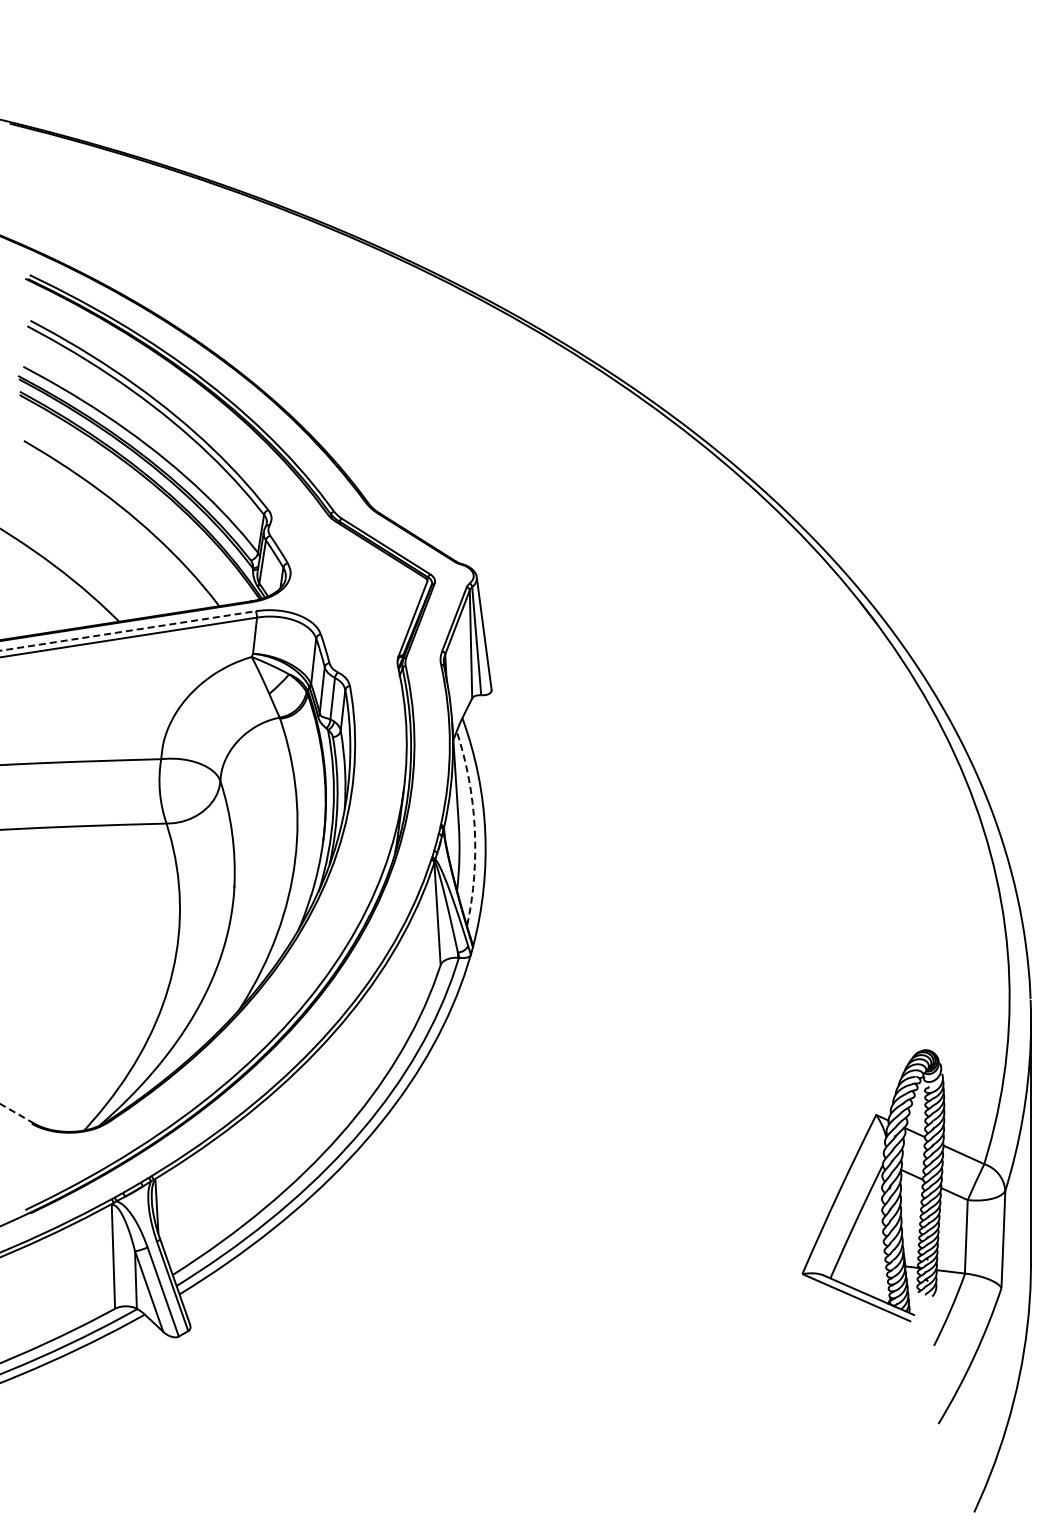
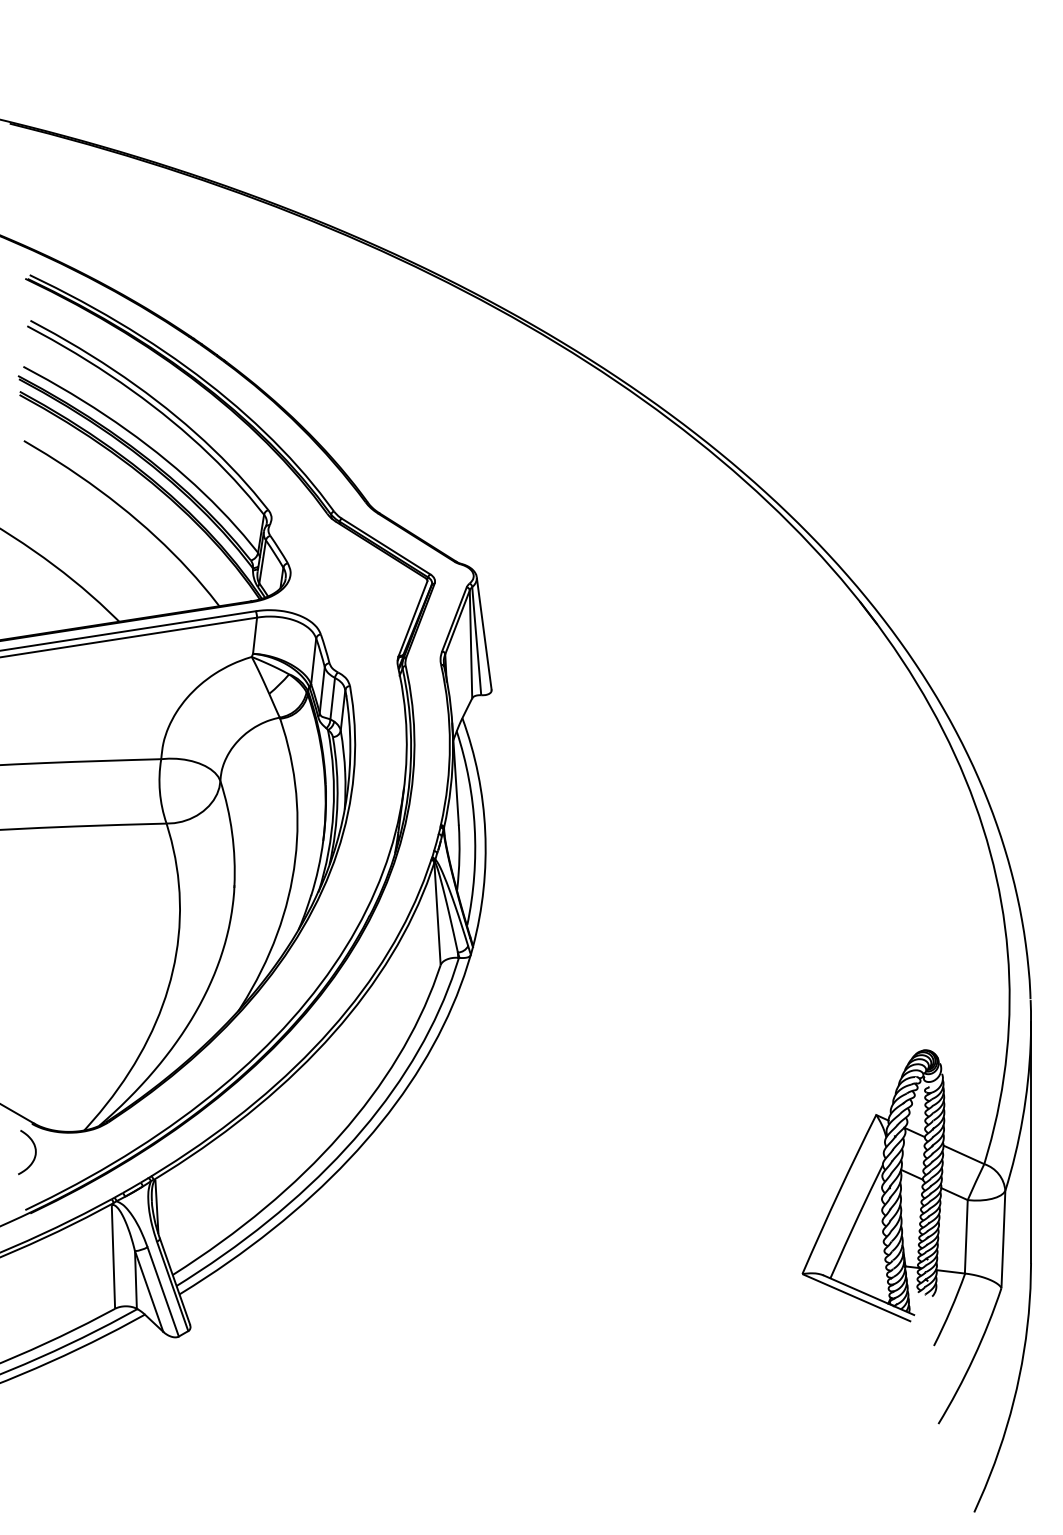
line at (128, 630): dashed -> solid
arc at (474, 827): dashed -> solid
line at (17, 1113): dashed -> solid
curve at (34, 1153): none -> present
